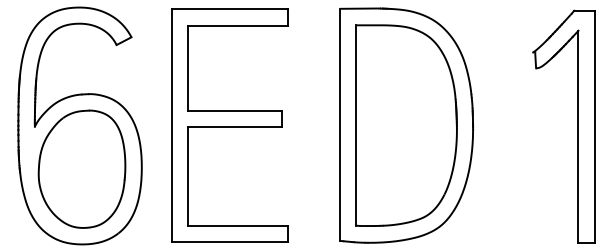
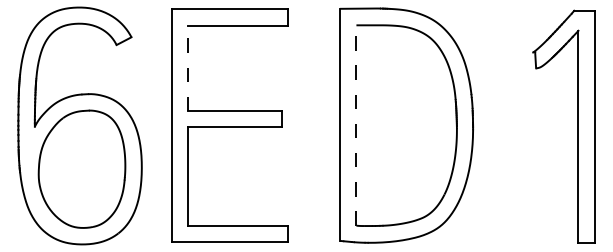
line at (188, 68): solid -> dashed
line at (356, 125): solid -> dashed
